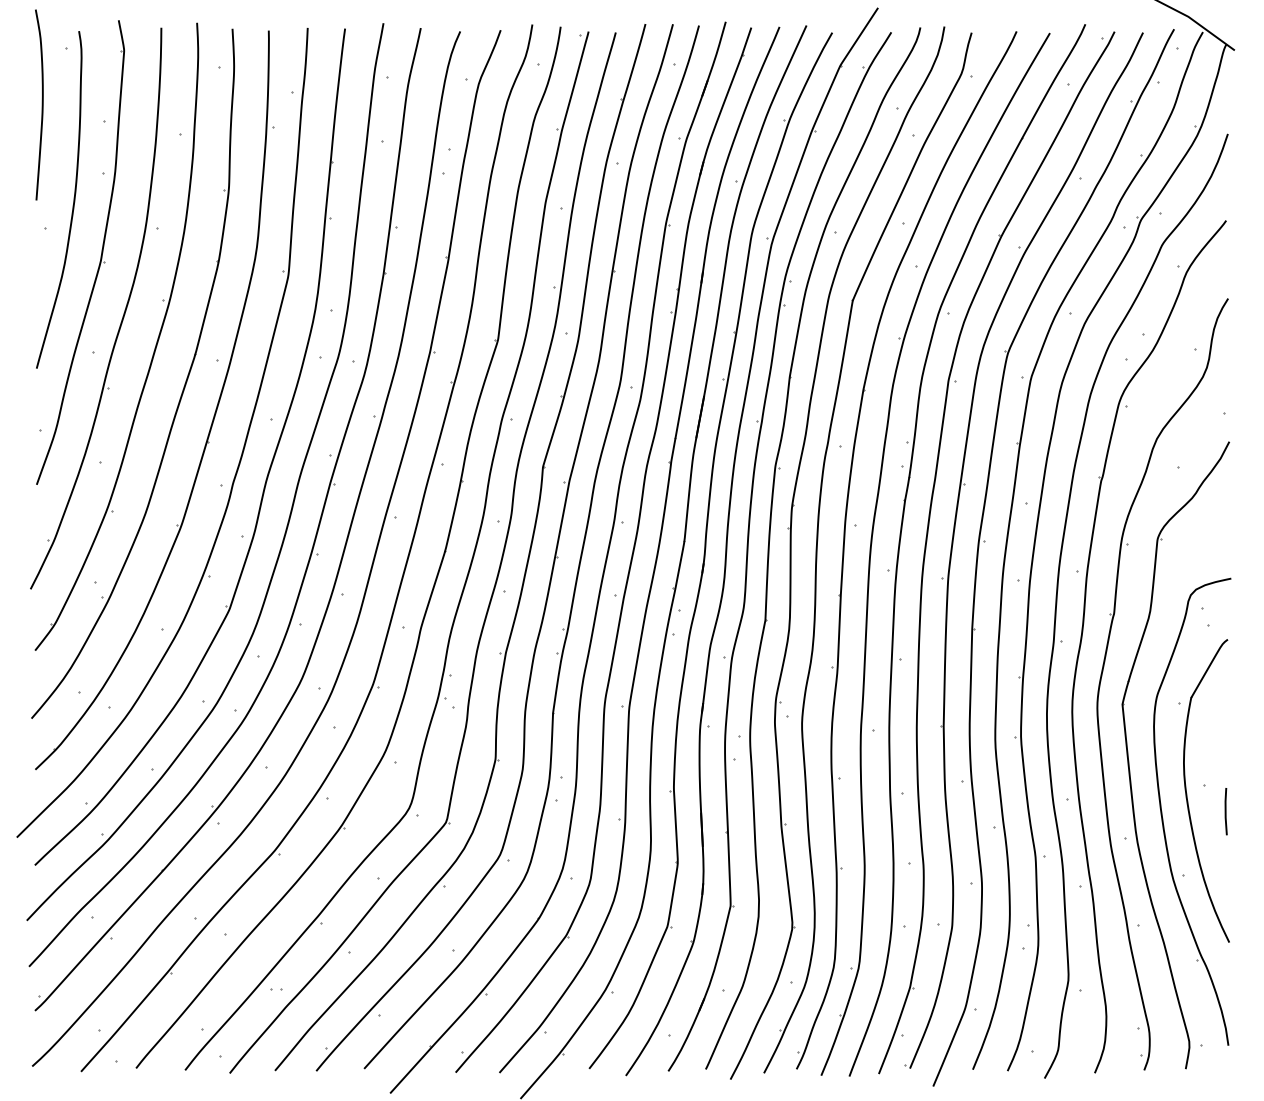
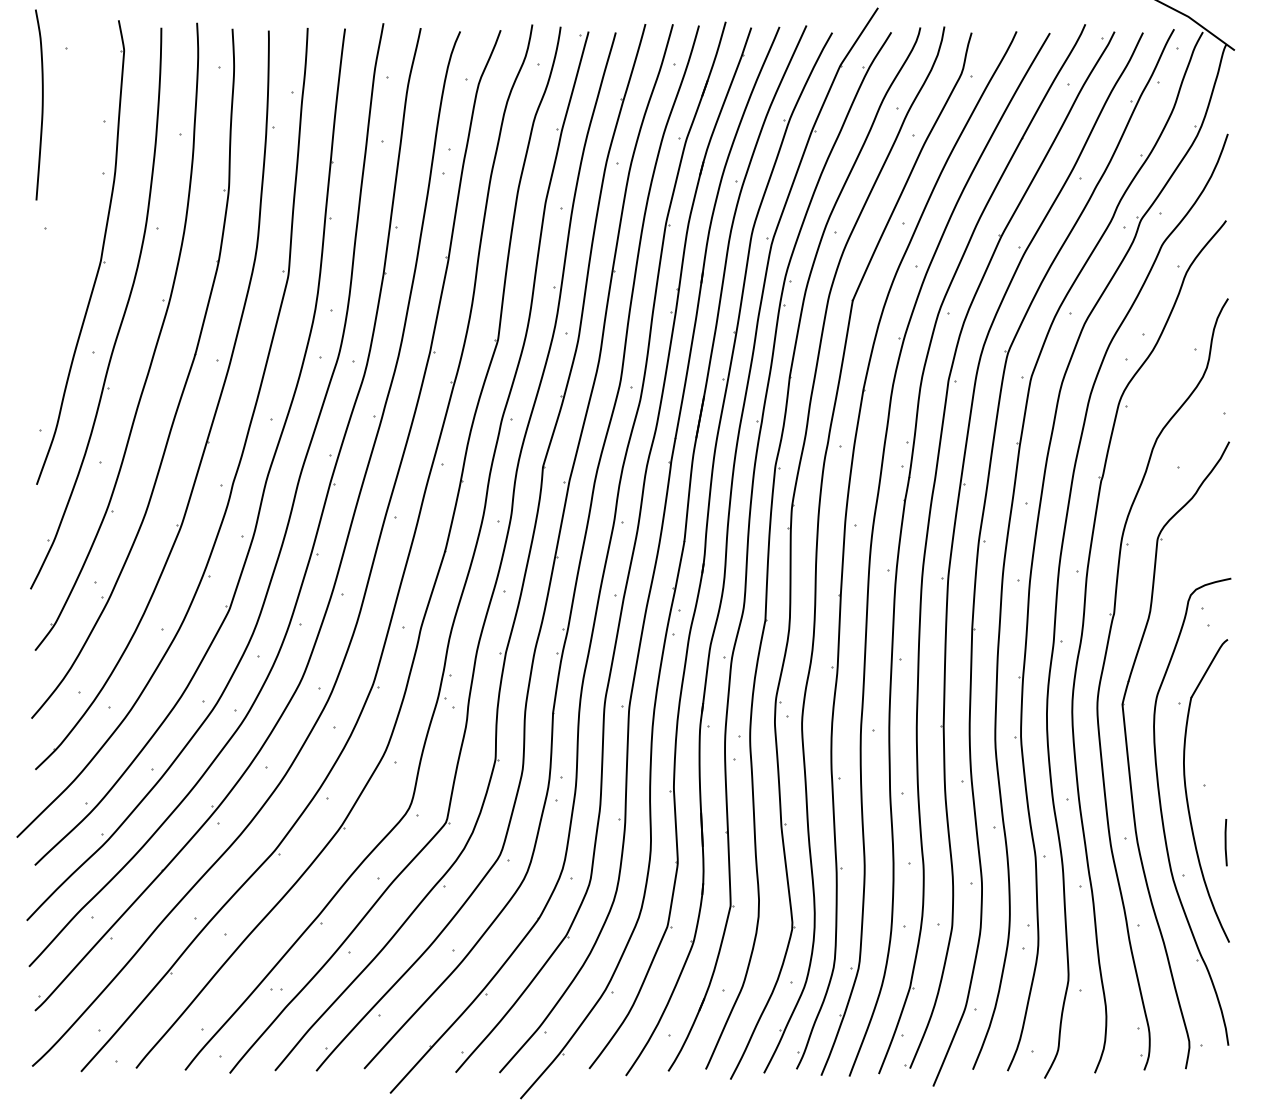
curve at (73, 199): present -> none
line at (1225, 811) position: (1225, 811) -> (1225, 842)
